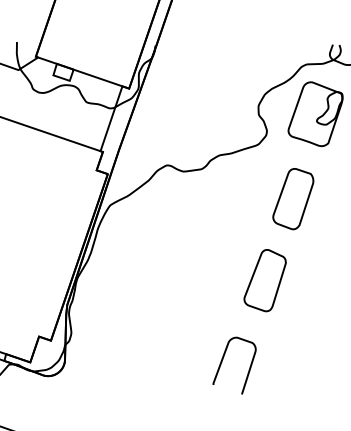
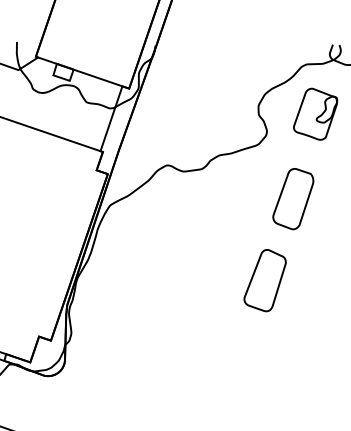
part at (315, 114) size: 57x67 px -> 46x54 px
curve at (222, 362): present -> none
